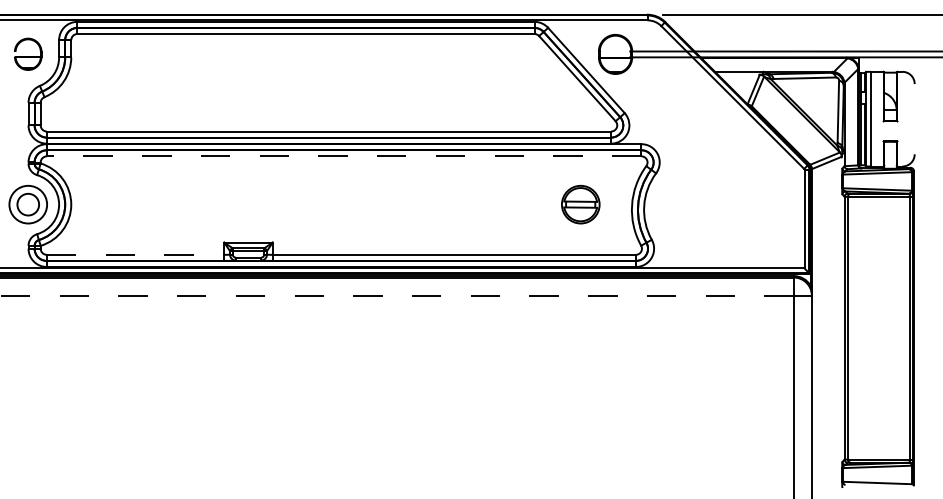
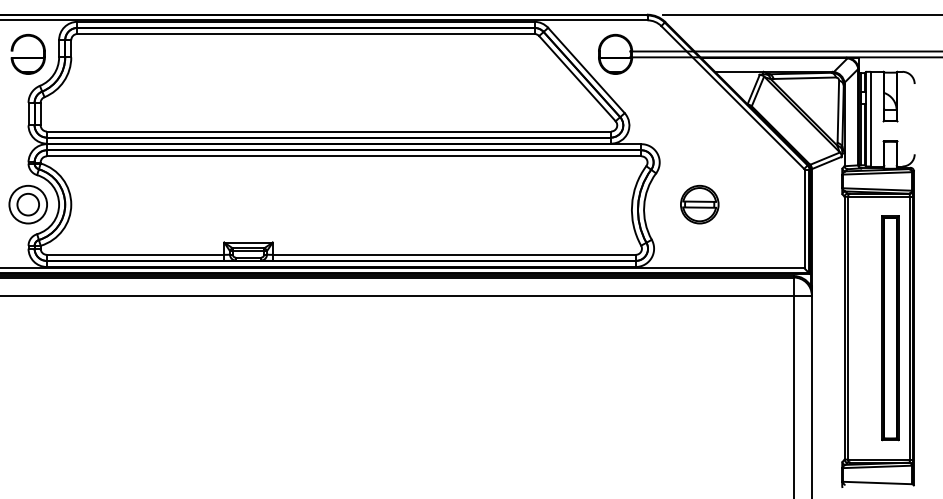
part at (28, 53) size: 29x34 px -> 36x42 px
line at (343, 156): dashed -> solid
part at (580, 204) position: (580, 204) -> (699, 204)
line at (135, 254): dashed -> solid
line at (396, 295): dashed -> solid
part at (890, 328): none -> present
